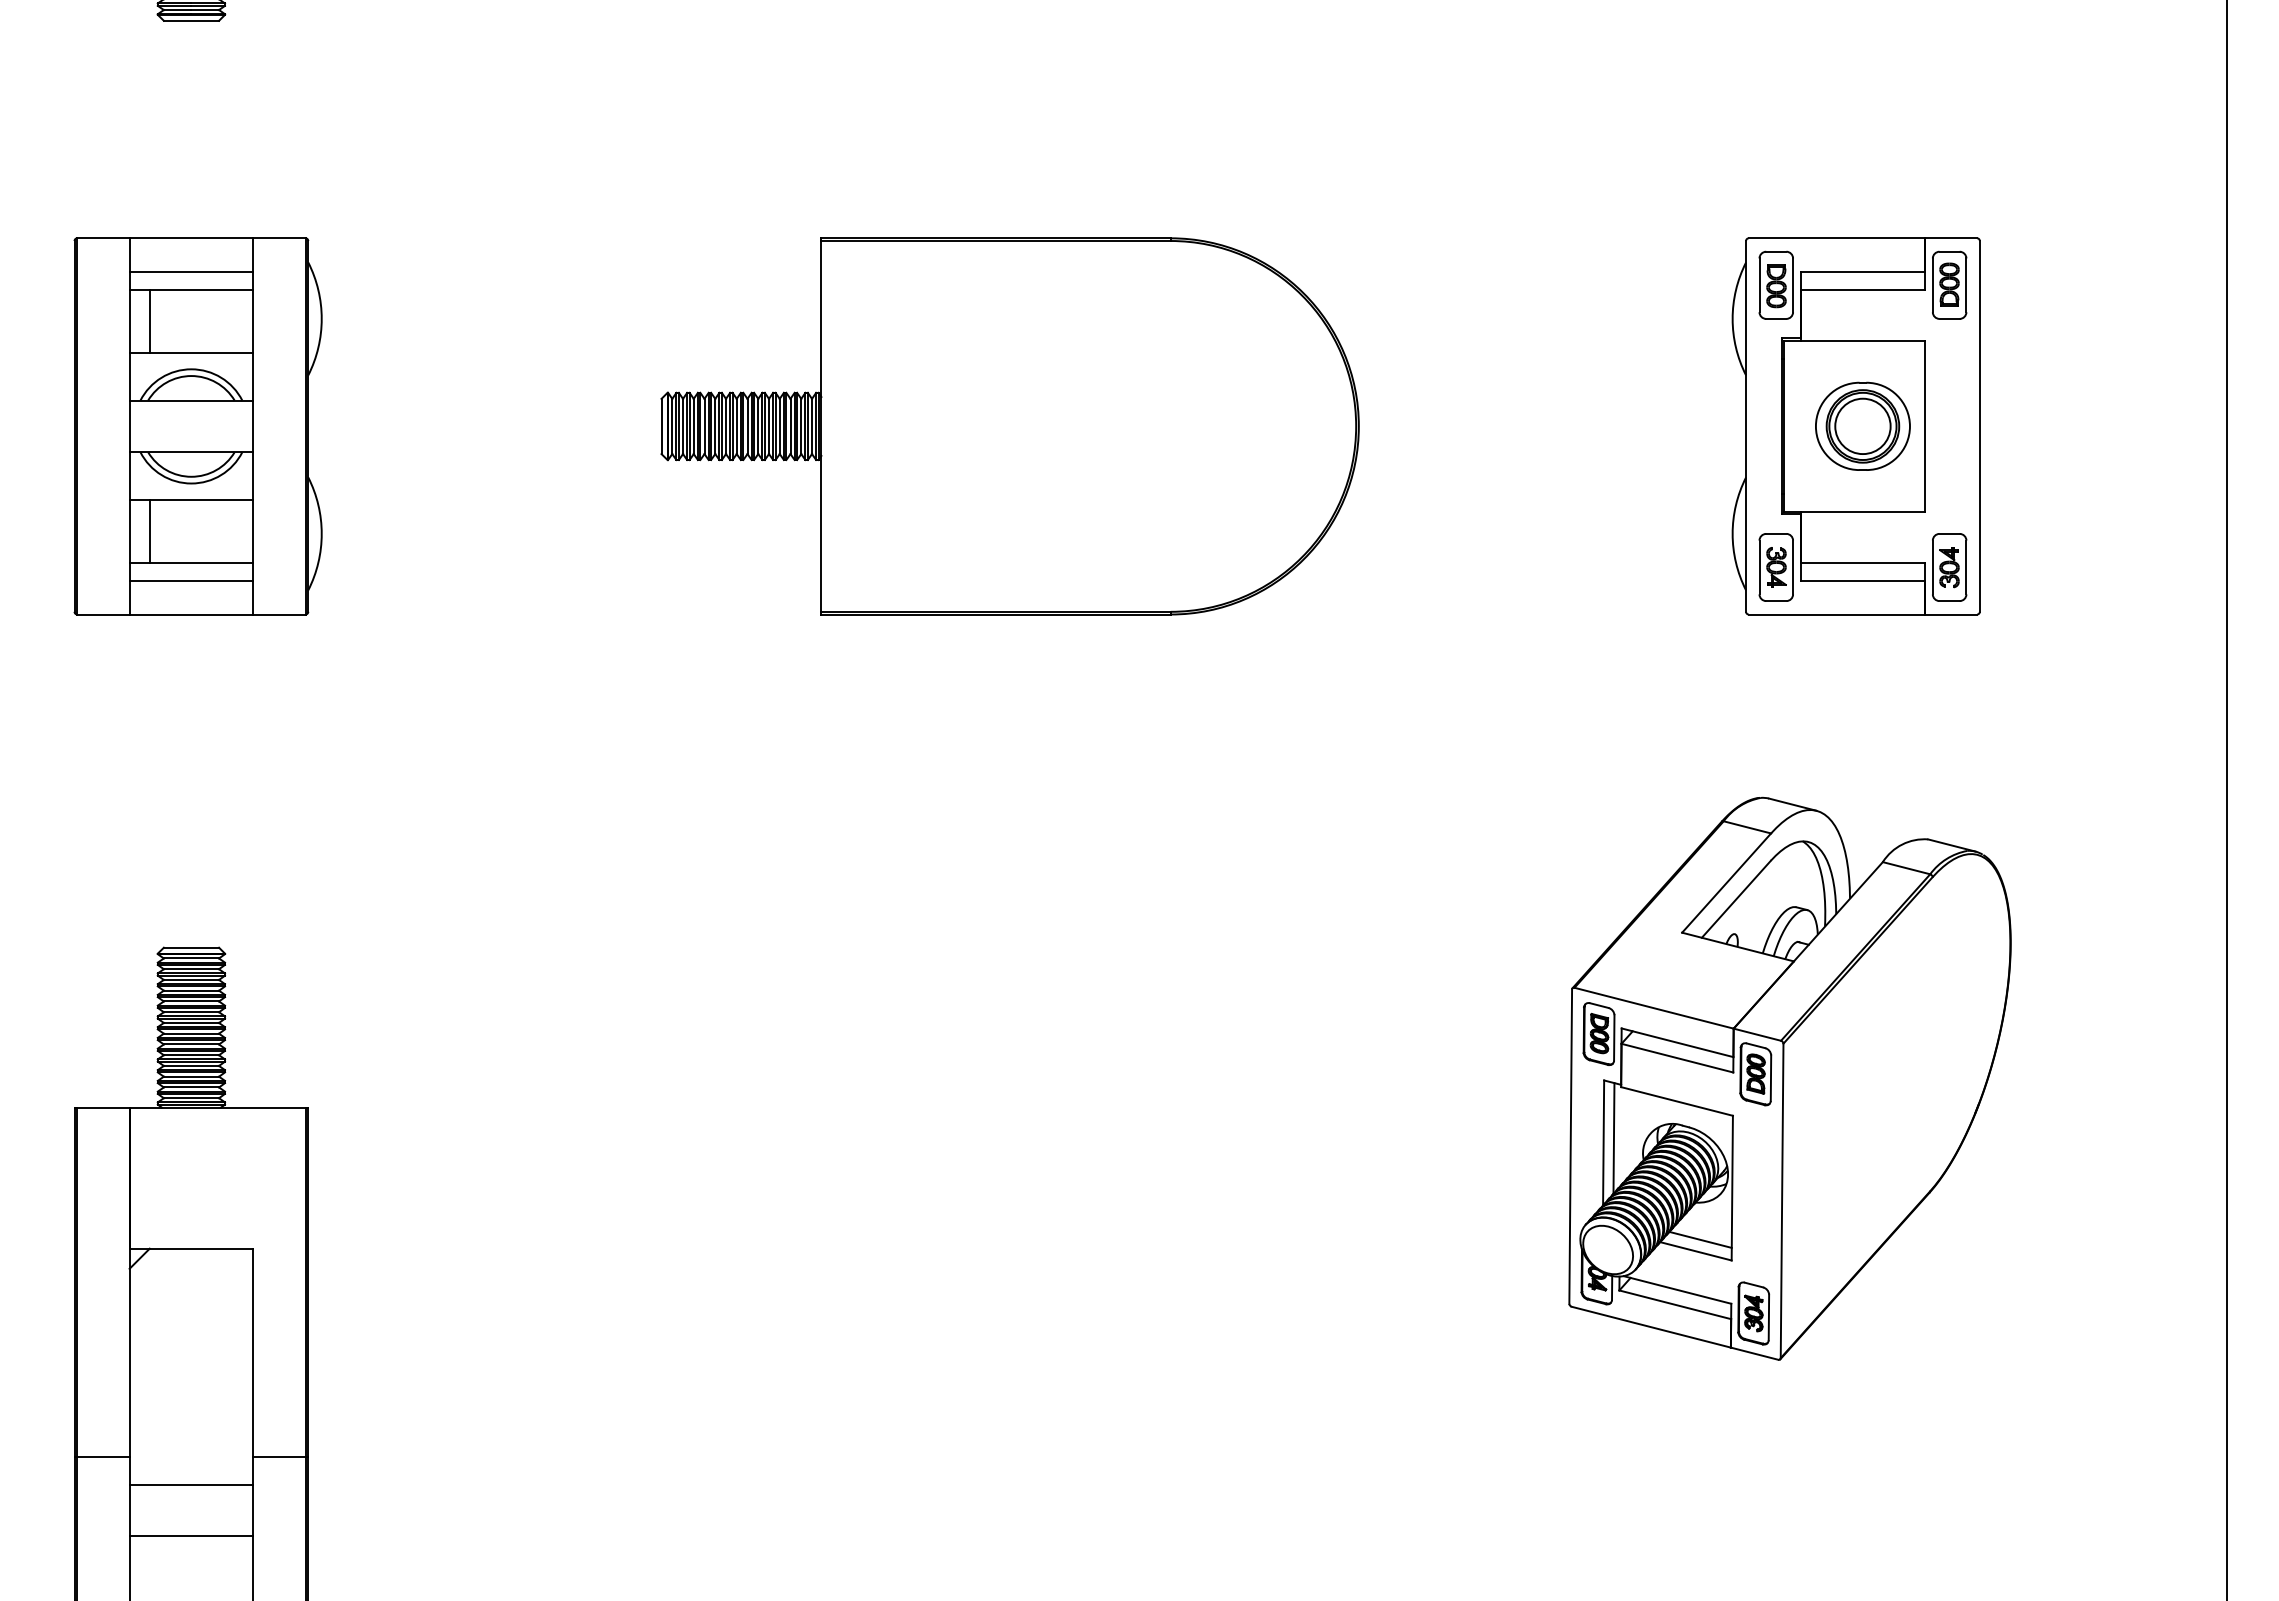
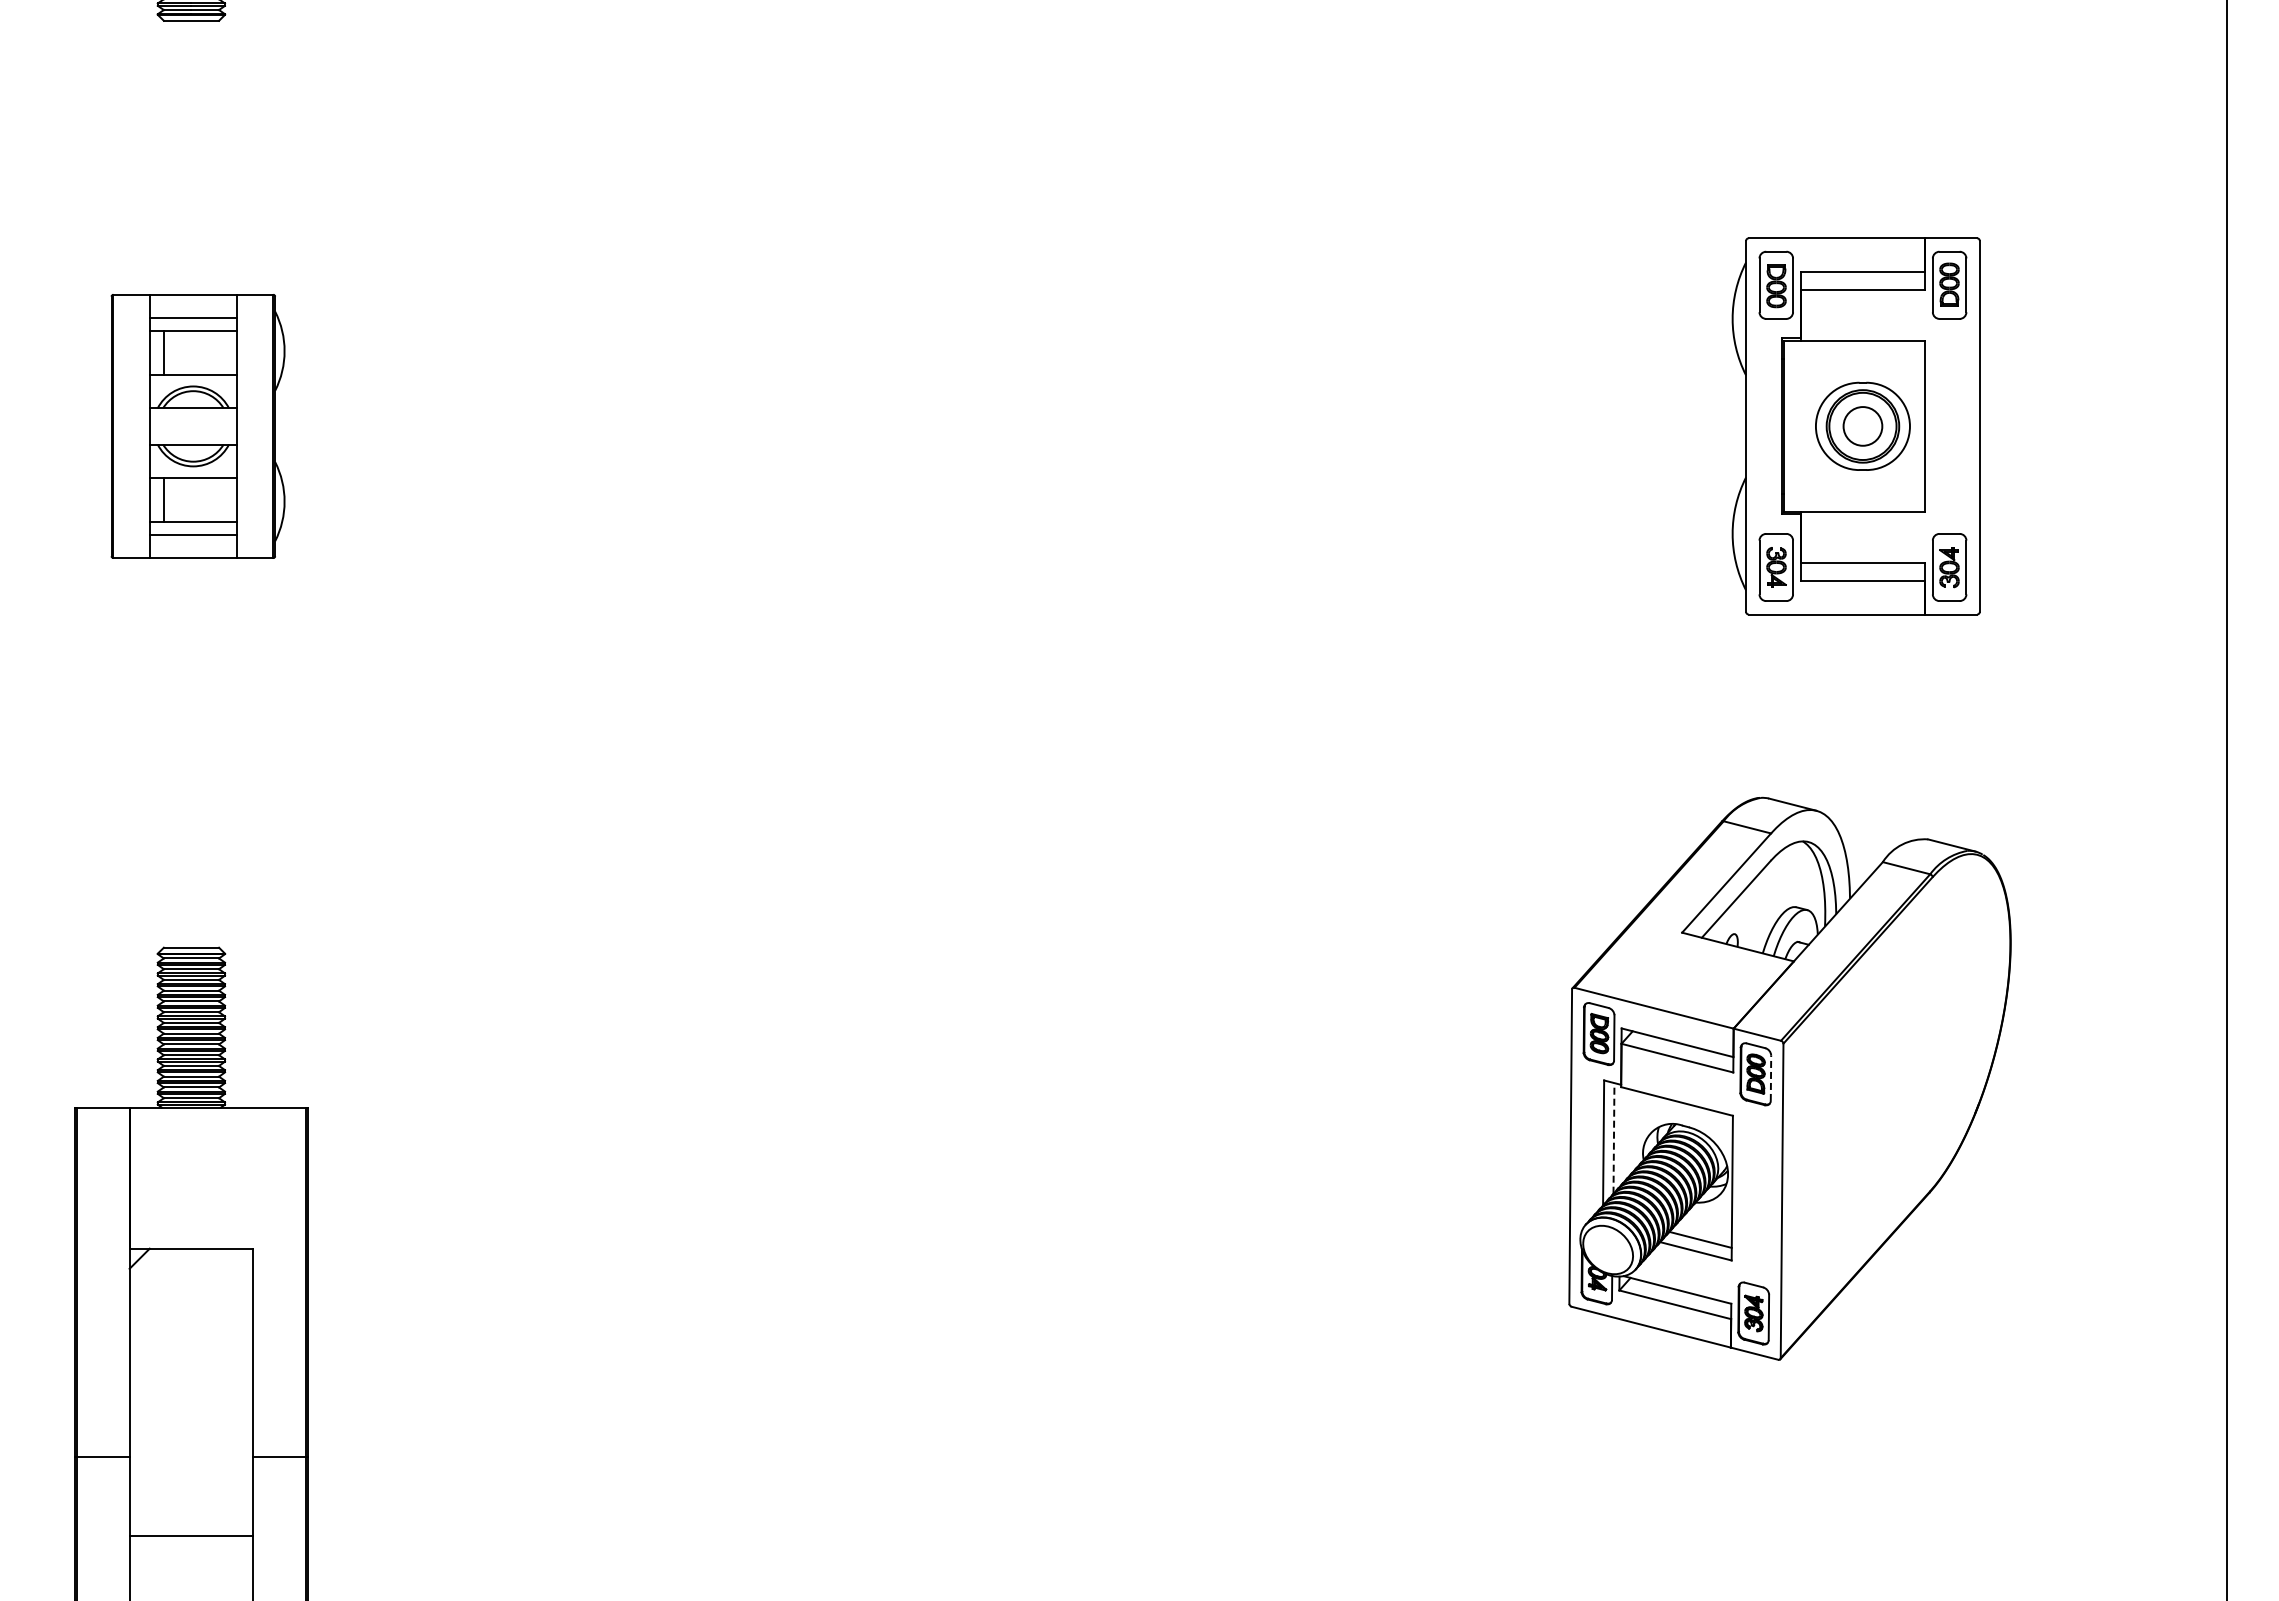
part at (197, 426) size: 250x379 px -> 176x265 px
part at (1009, 426): present -> none
circle at (1862, 426) diameter: 55 px -> 39 px
line at (1770, 1078): solid -> dashed
line at (1613, 1137): solid -> dashed
line at (191, 1484): present -> none
